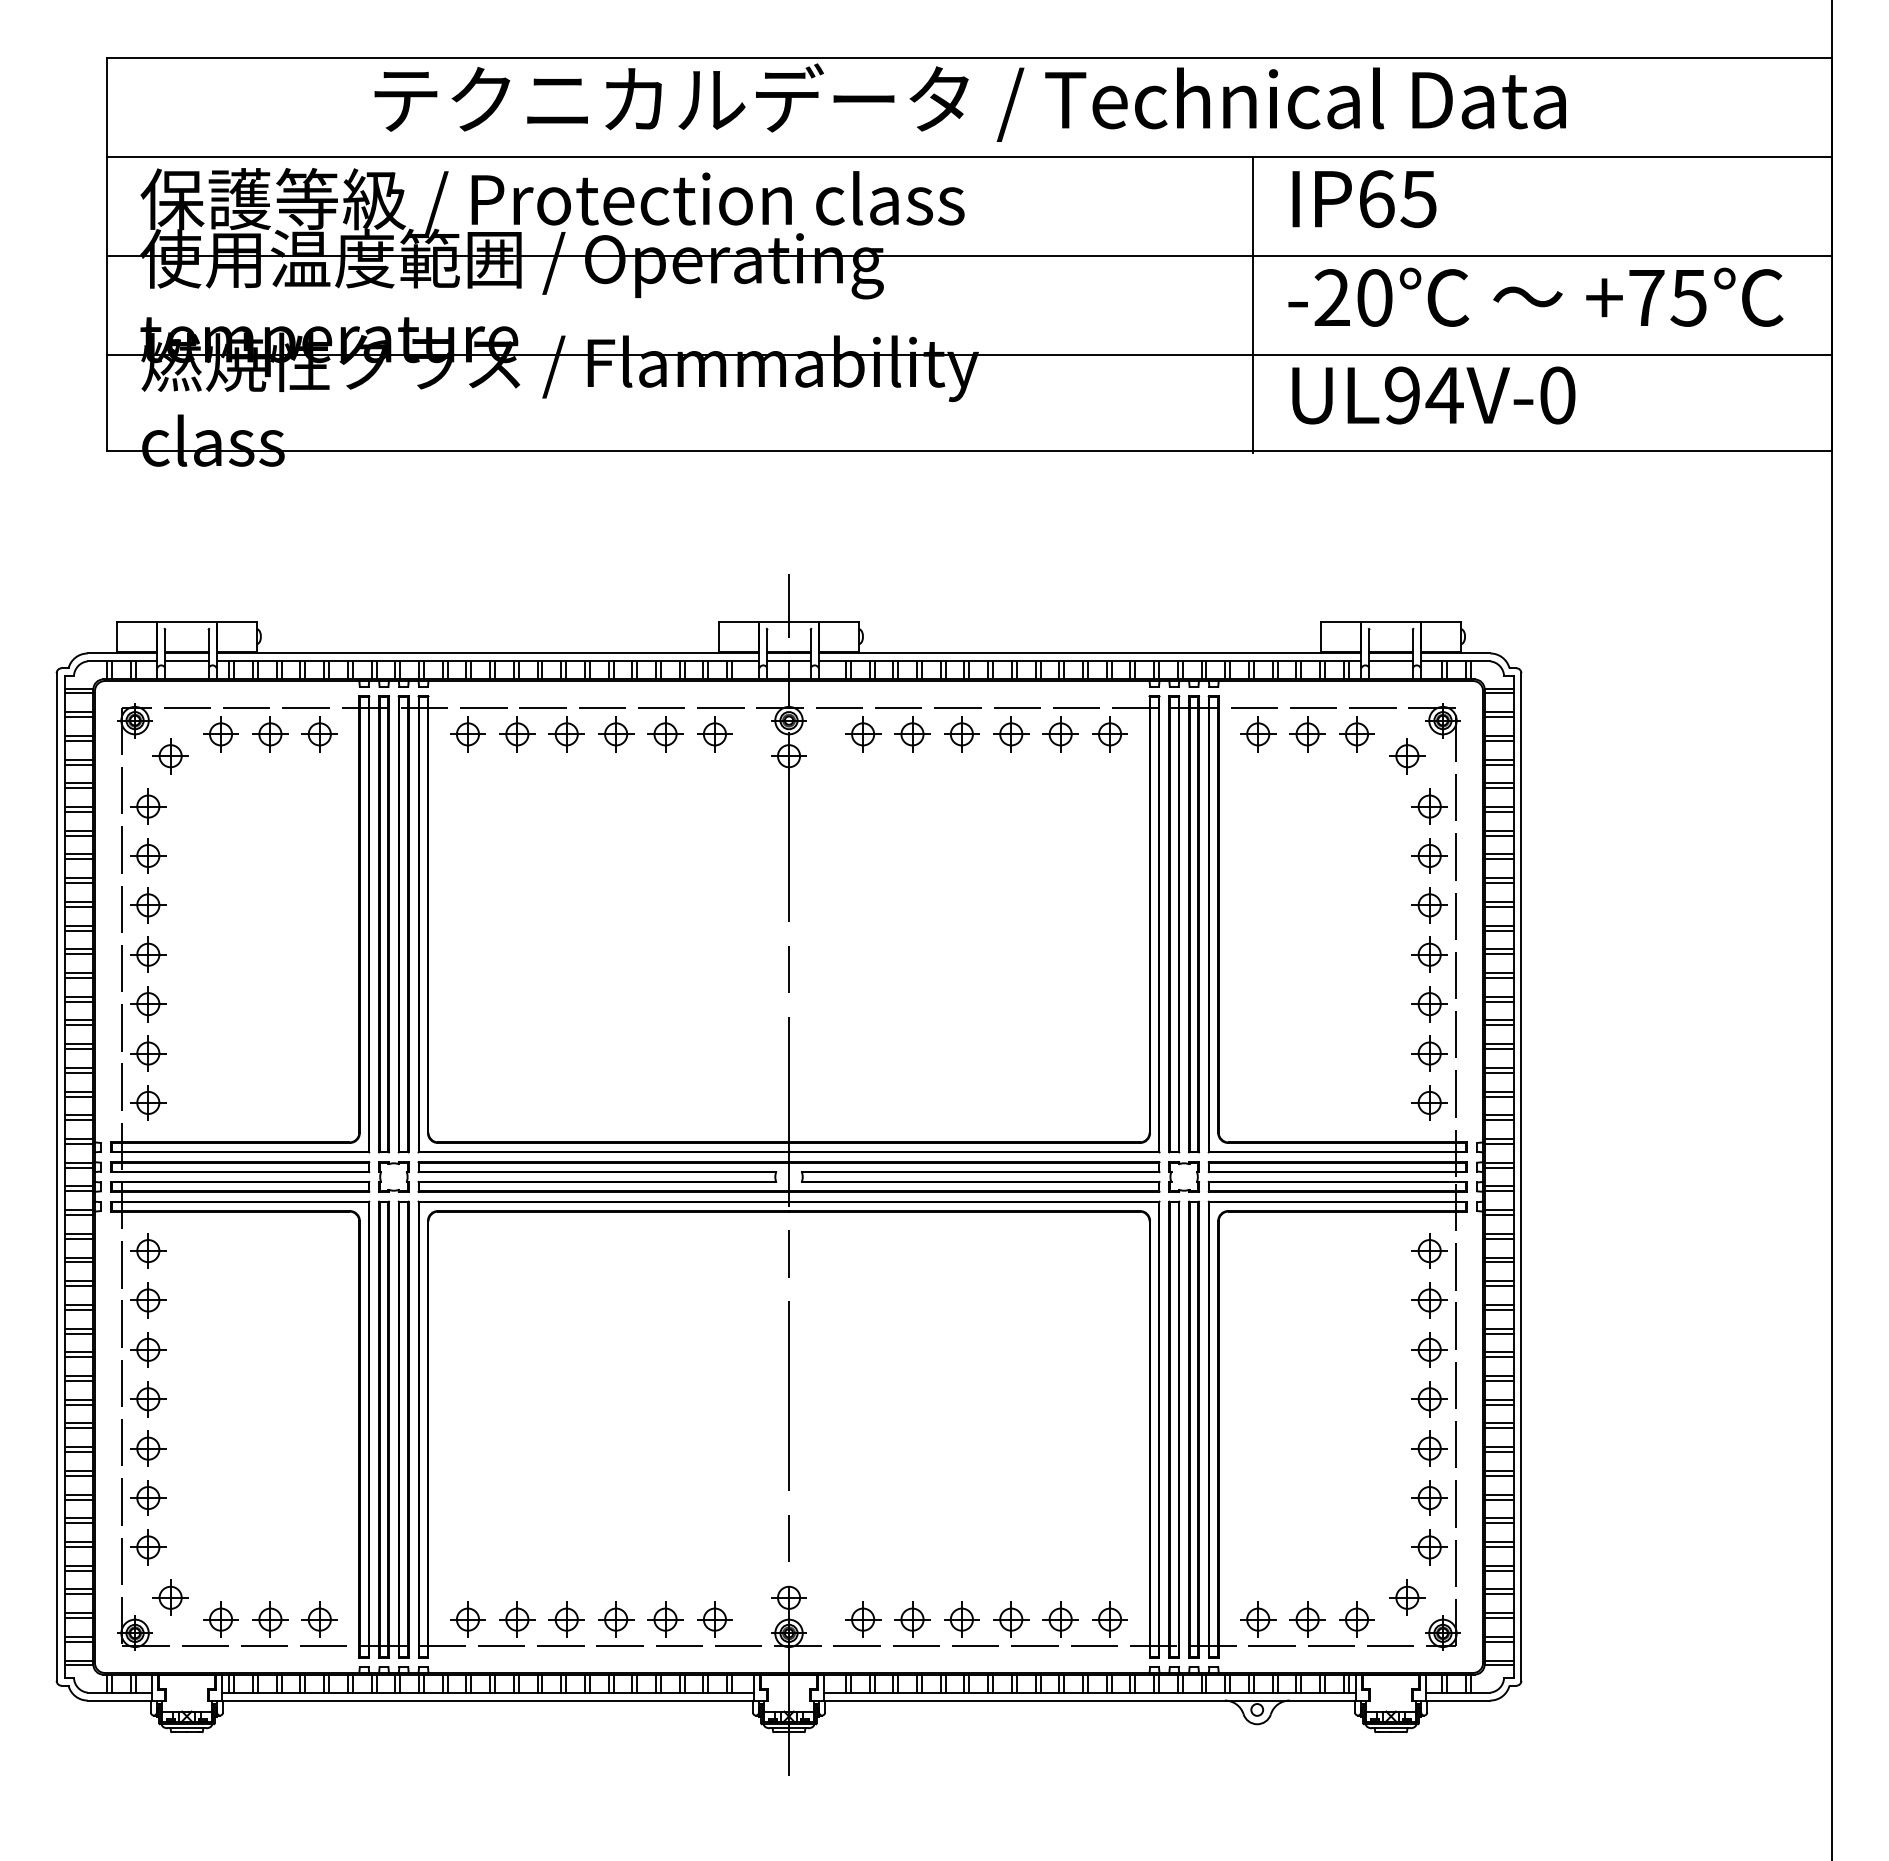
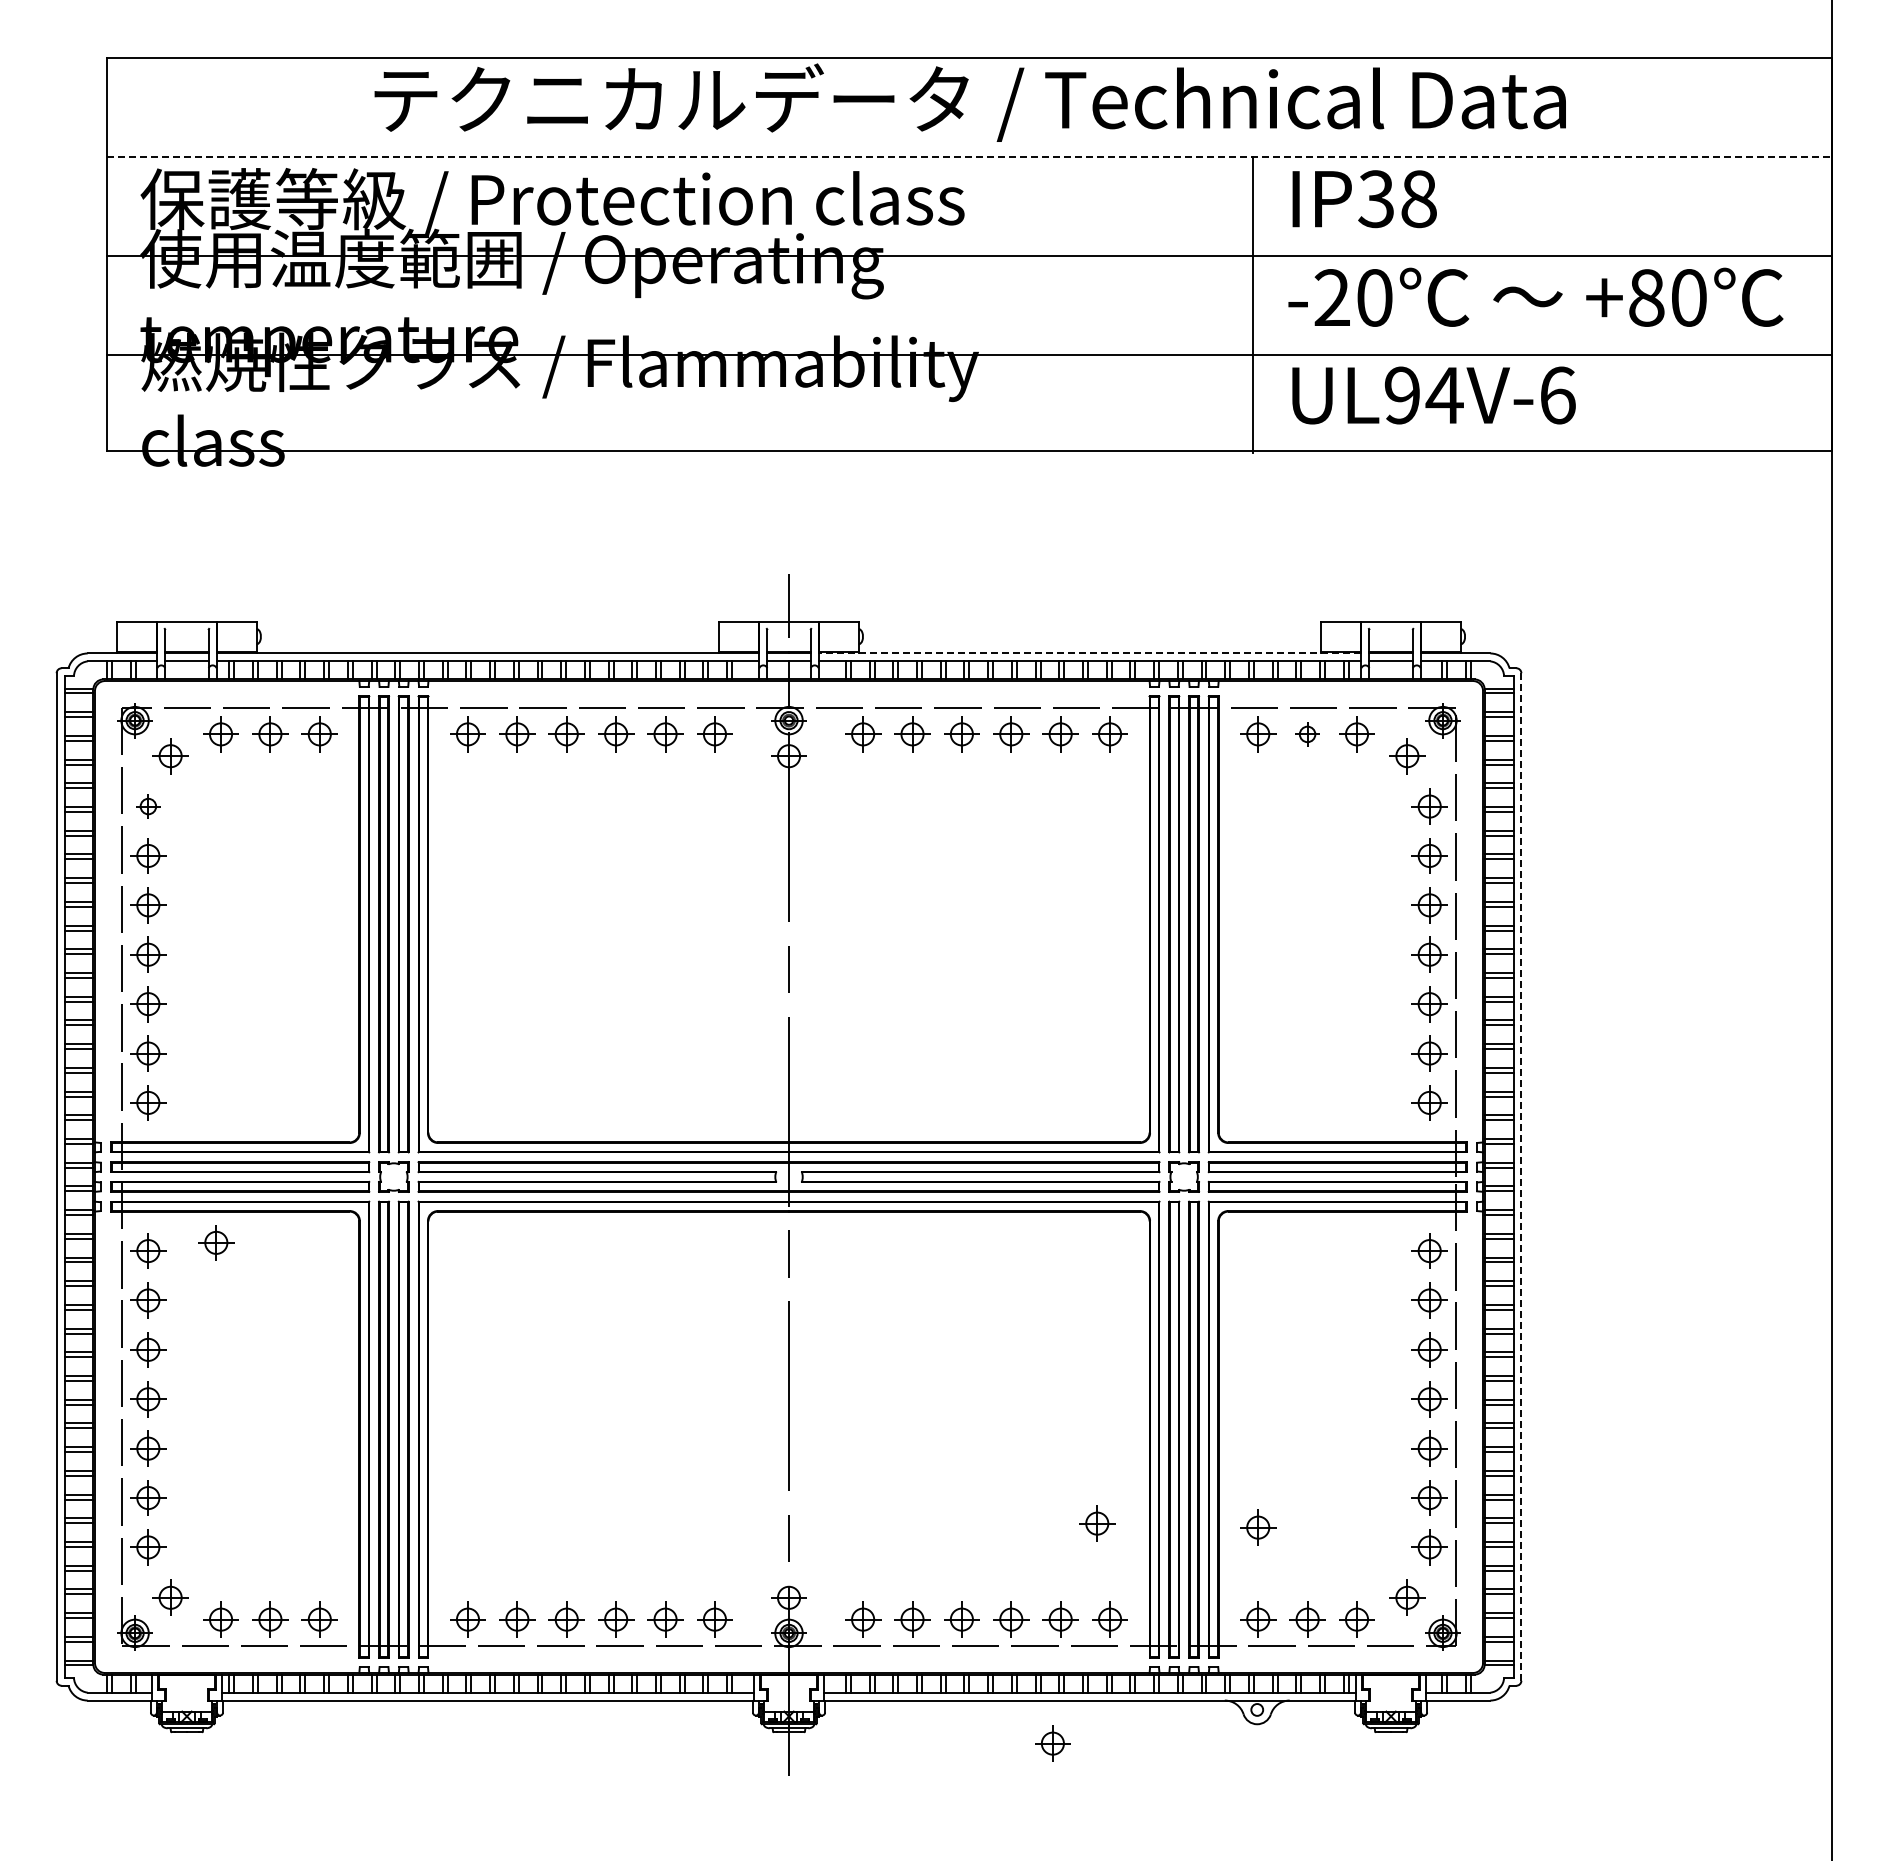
line at (969, 157): solid -> dashed
text at (1397, 199): IP65 -> IP38
text at (1667, 297): +75 -> +80
text at (1557, 395): UL94V-0 -> UL94V-6
line at (1089, 653): solid -> dashed
part at (1307, 734) size: 37x37 px -> 25x25 px
part at (148, 806) size: 37x37 px -> 25x25 px
line at (1521, 1177): solid -> dashed
part at (216, 1242): none -> present
part at (1097, 1523): none -> present
part at (1258, 1527): none -> present
part at (1052, 1743): none -> present
